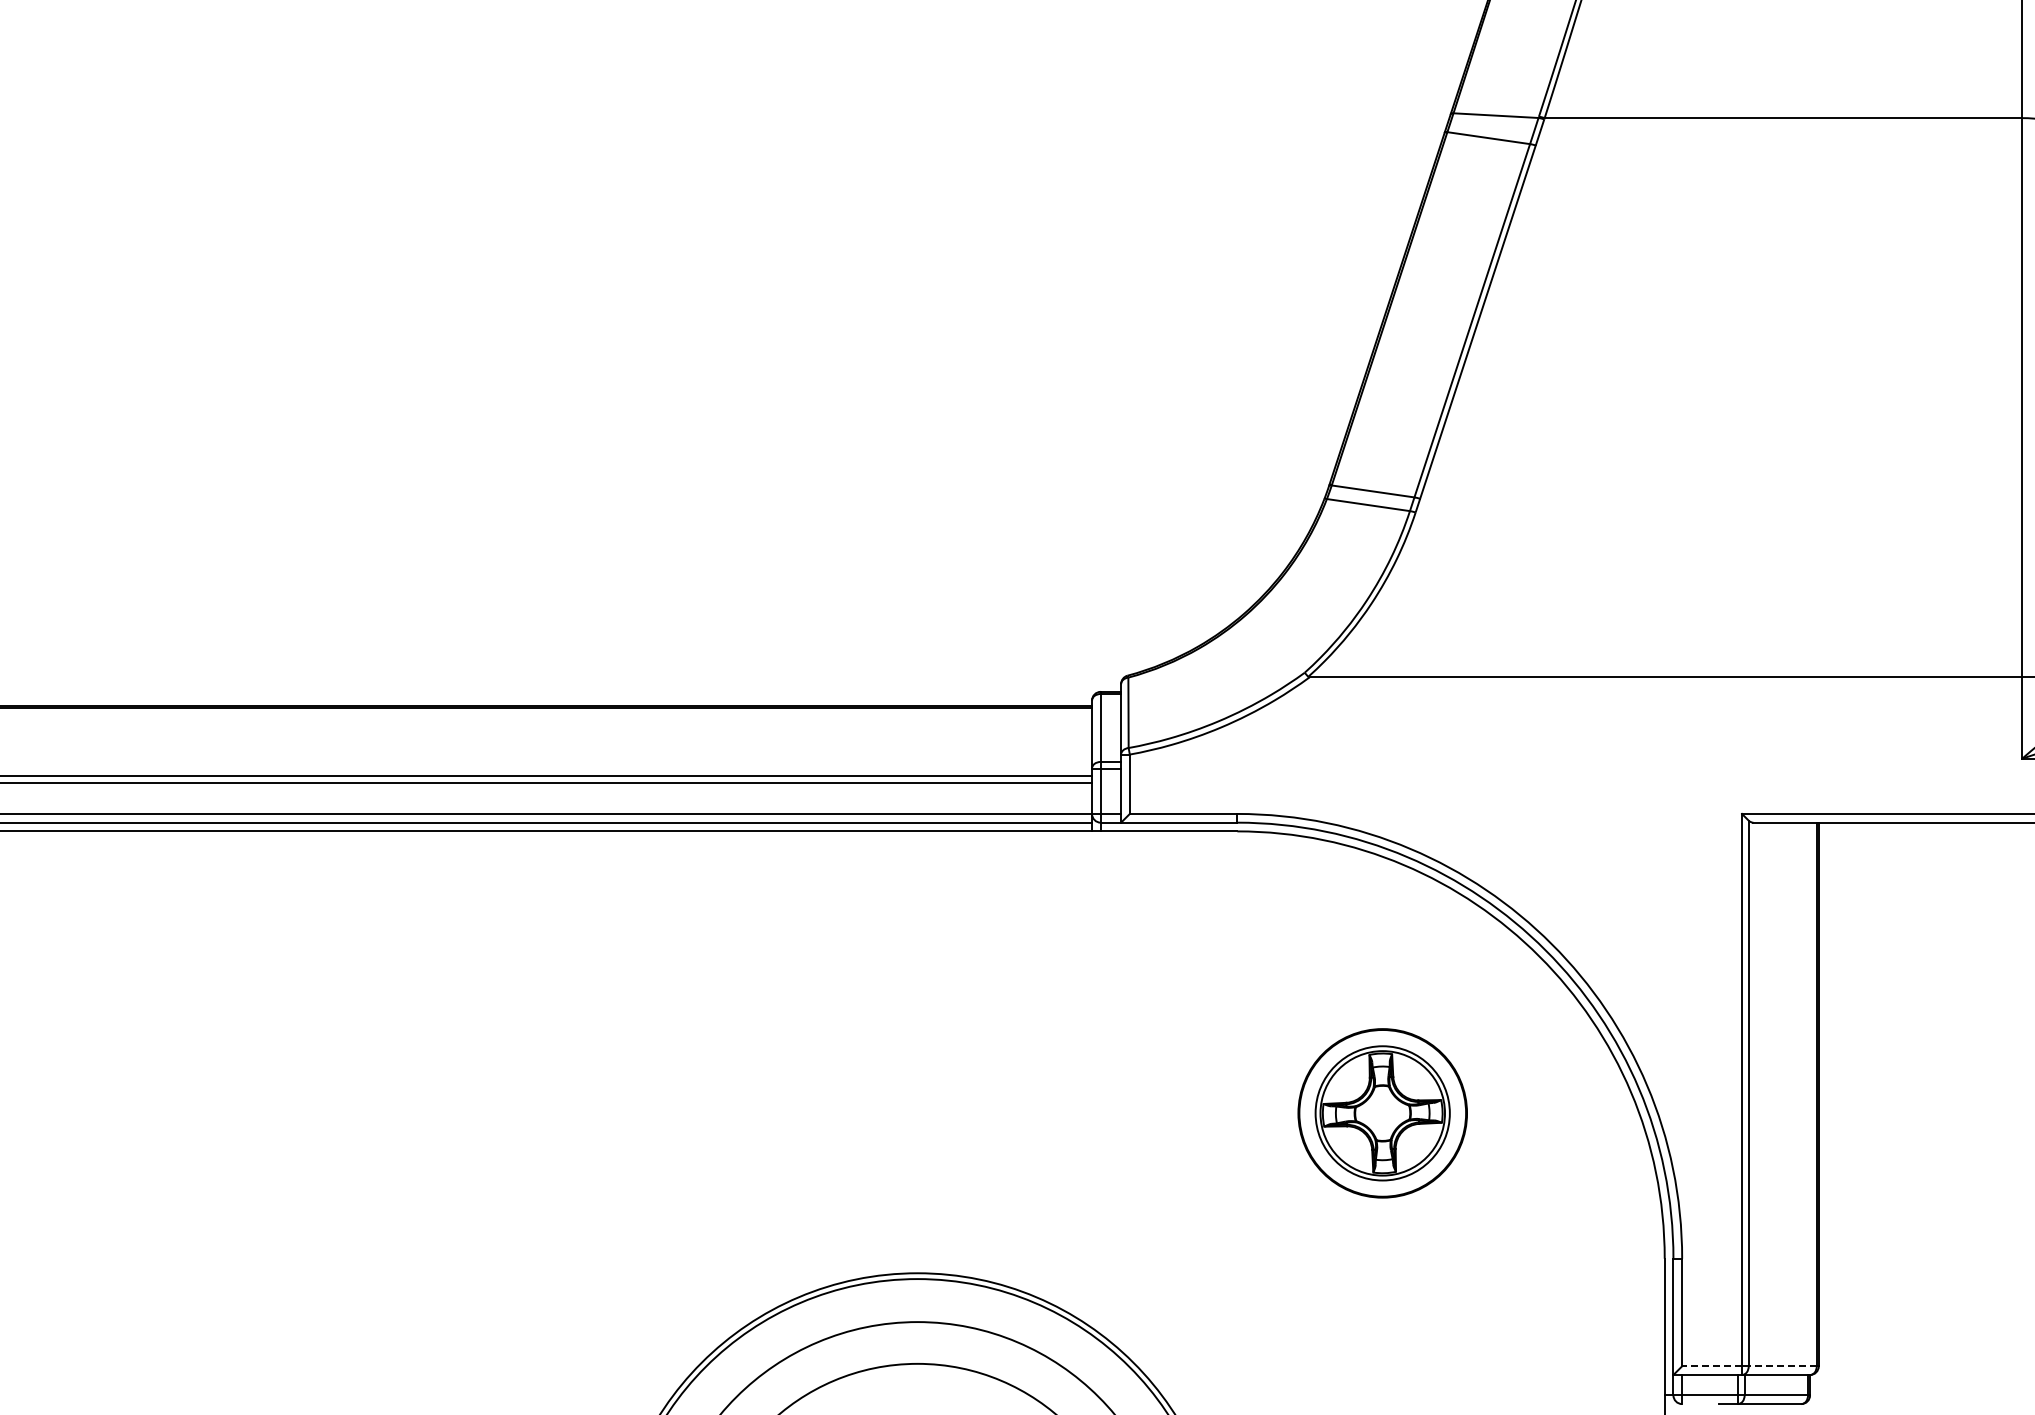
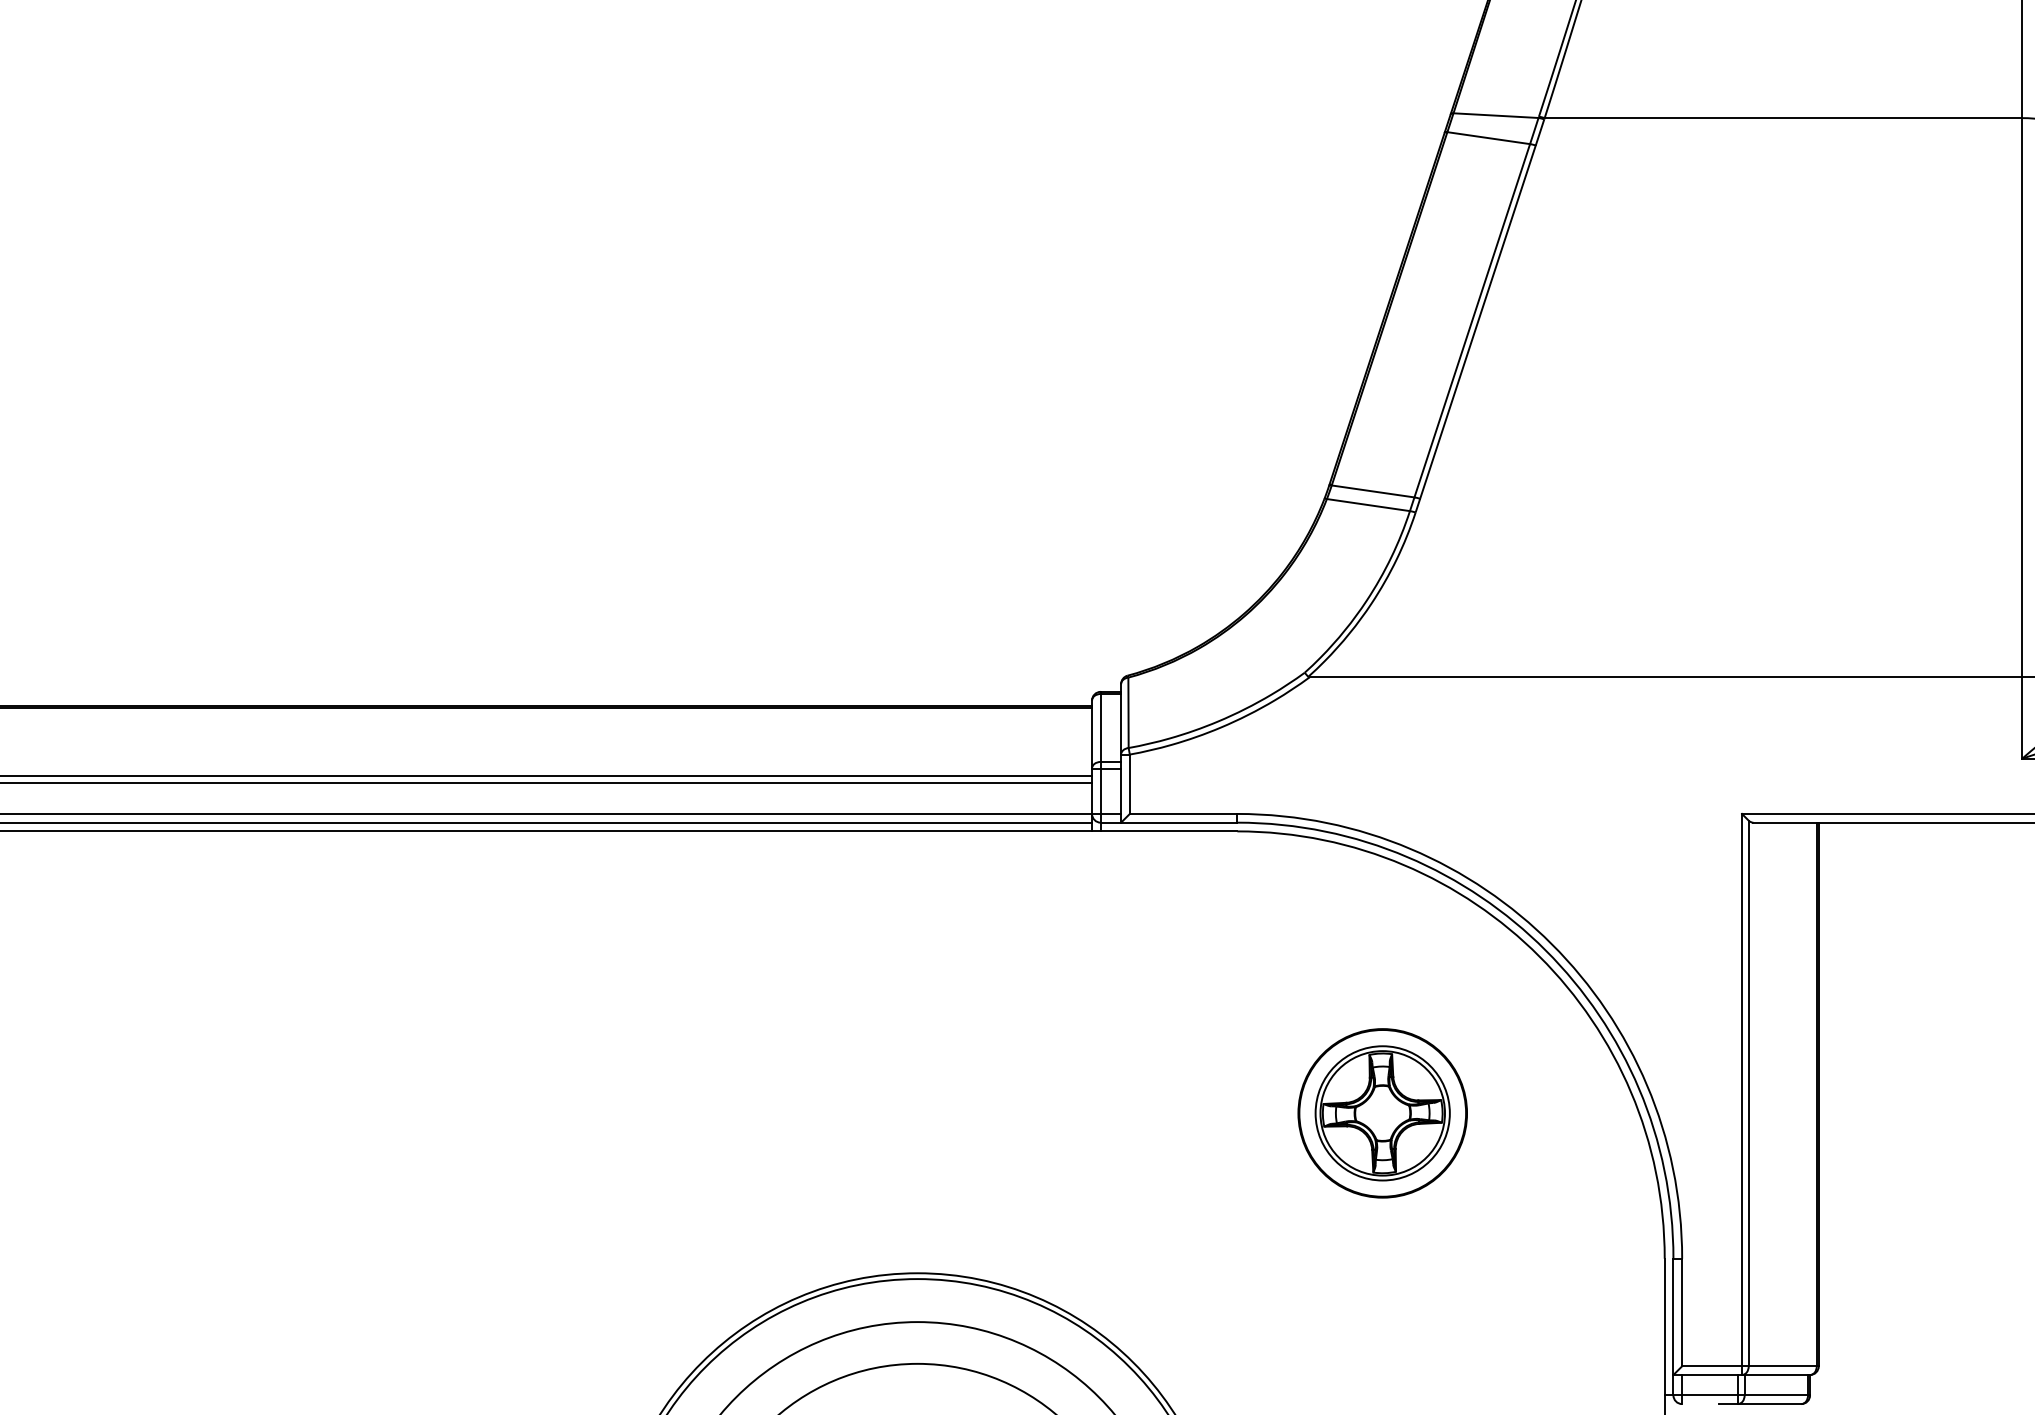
line at (1712, 1366): dashed -> solid
line at (1782, 1366): dashed -> solid
